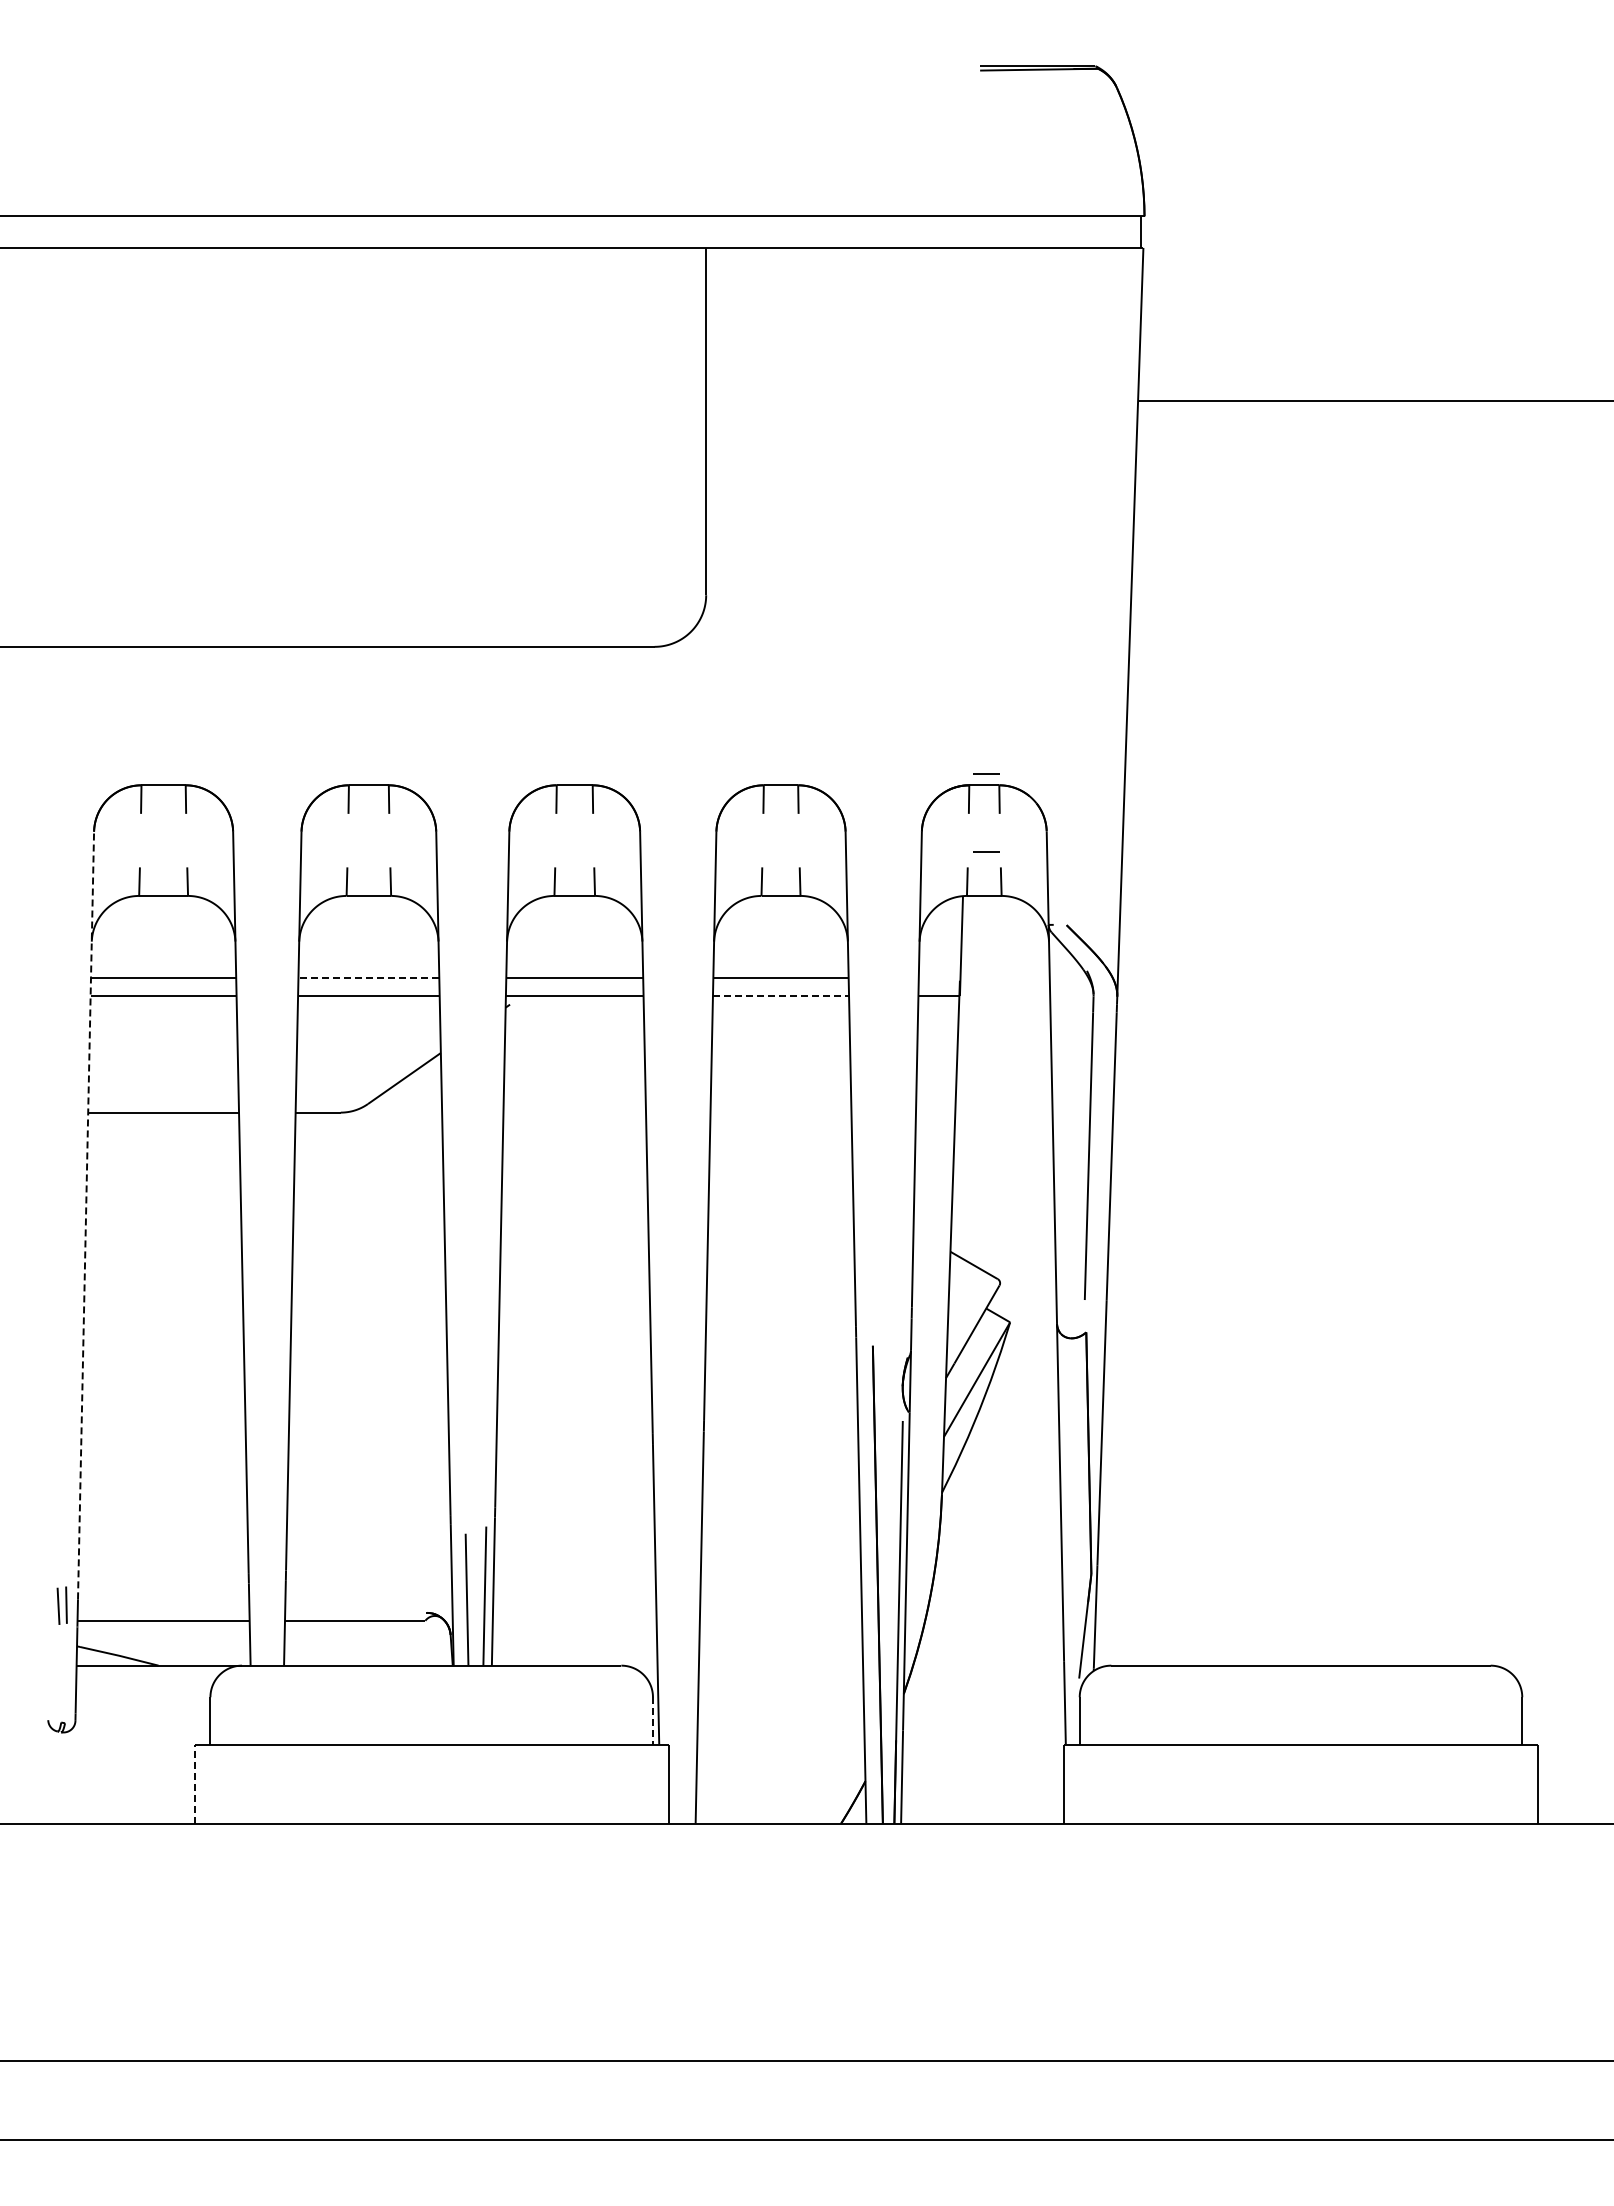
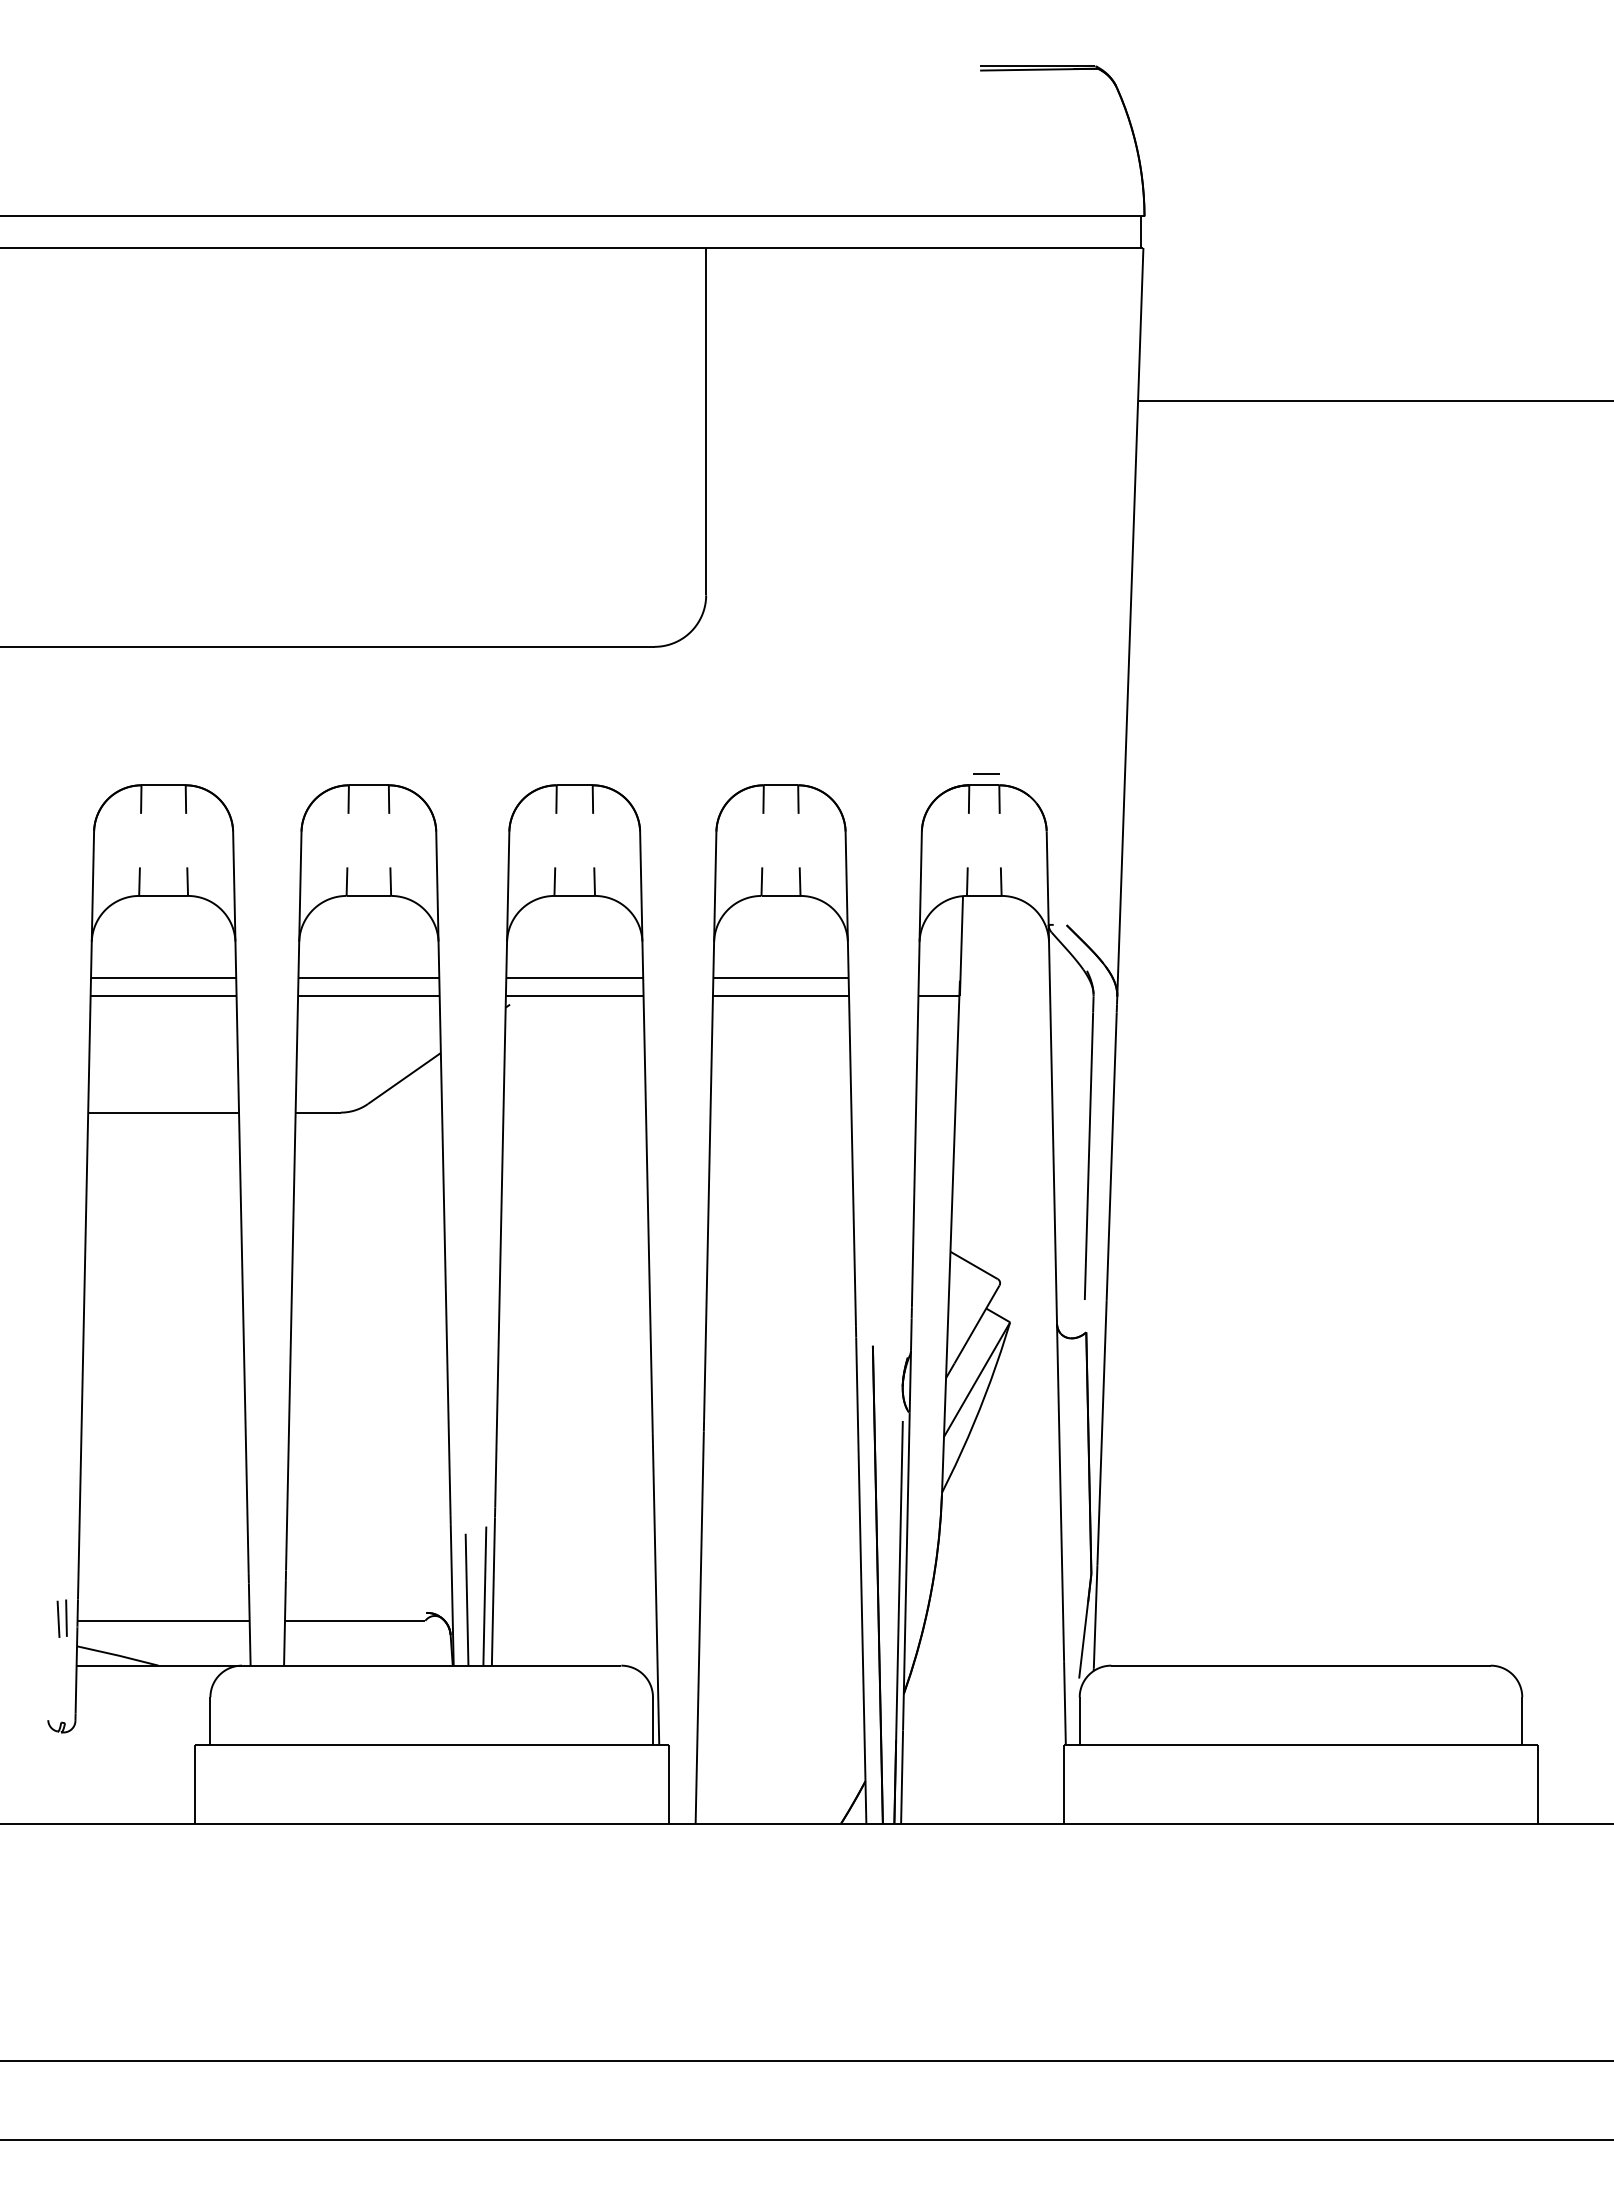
line at (986, 851): present -> none
line at (368, 978): dashed -> solid
line at (781, 996): dashed -> solid
line at (86, 1215): dashed -> solid
part at (61, 1605) position: (61, 1605) -> (61, 1618)
line at (652, 1720): dashed -> solid
line at (194, 1784): dashed -> solid
